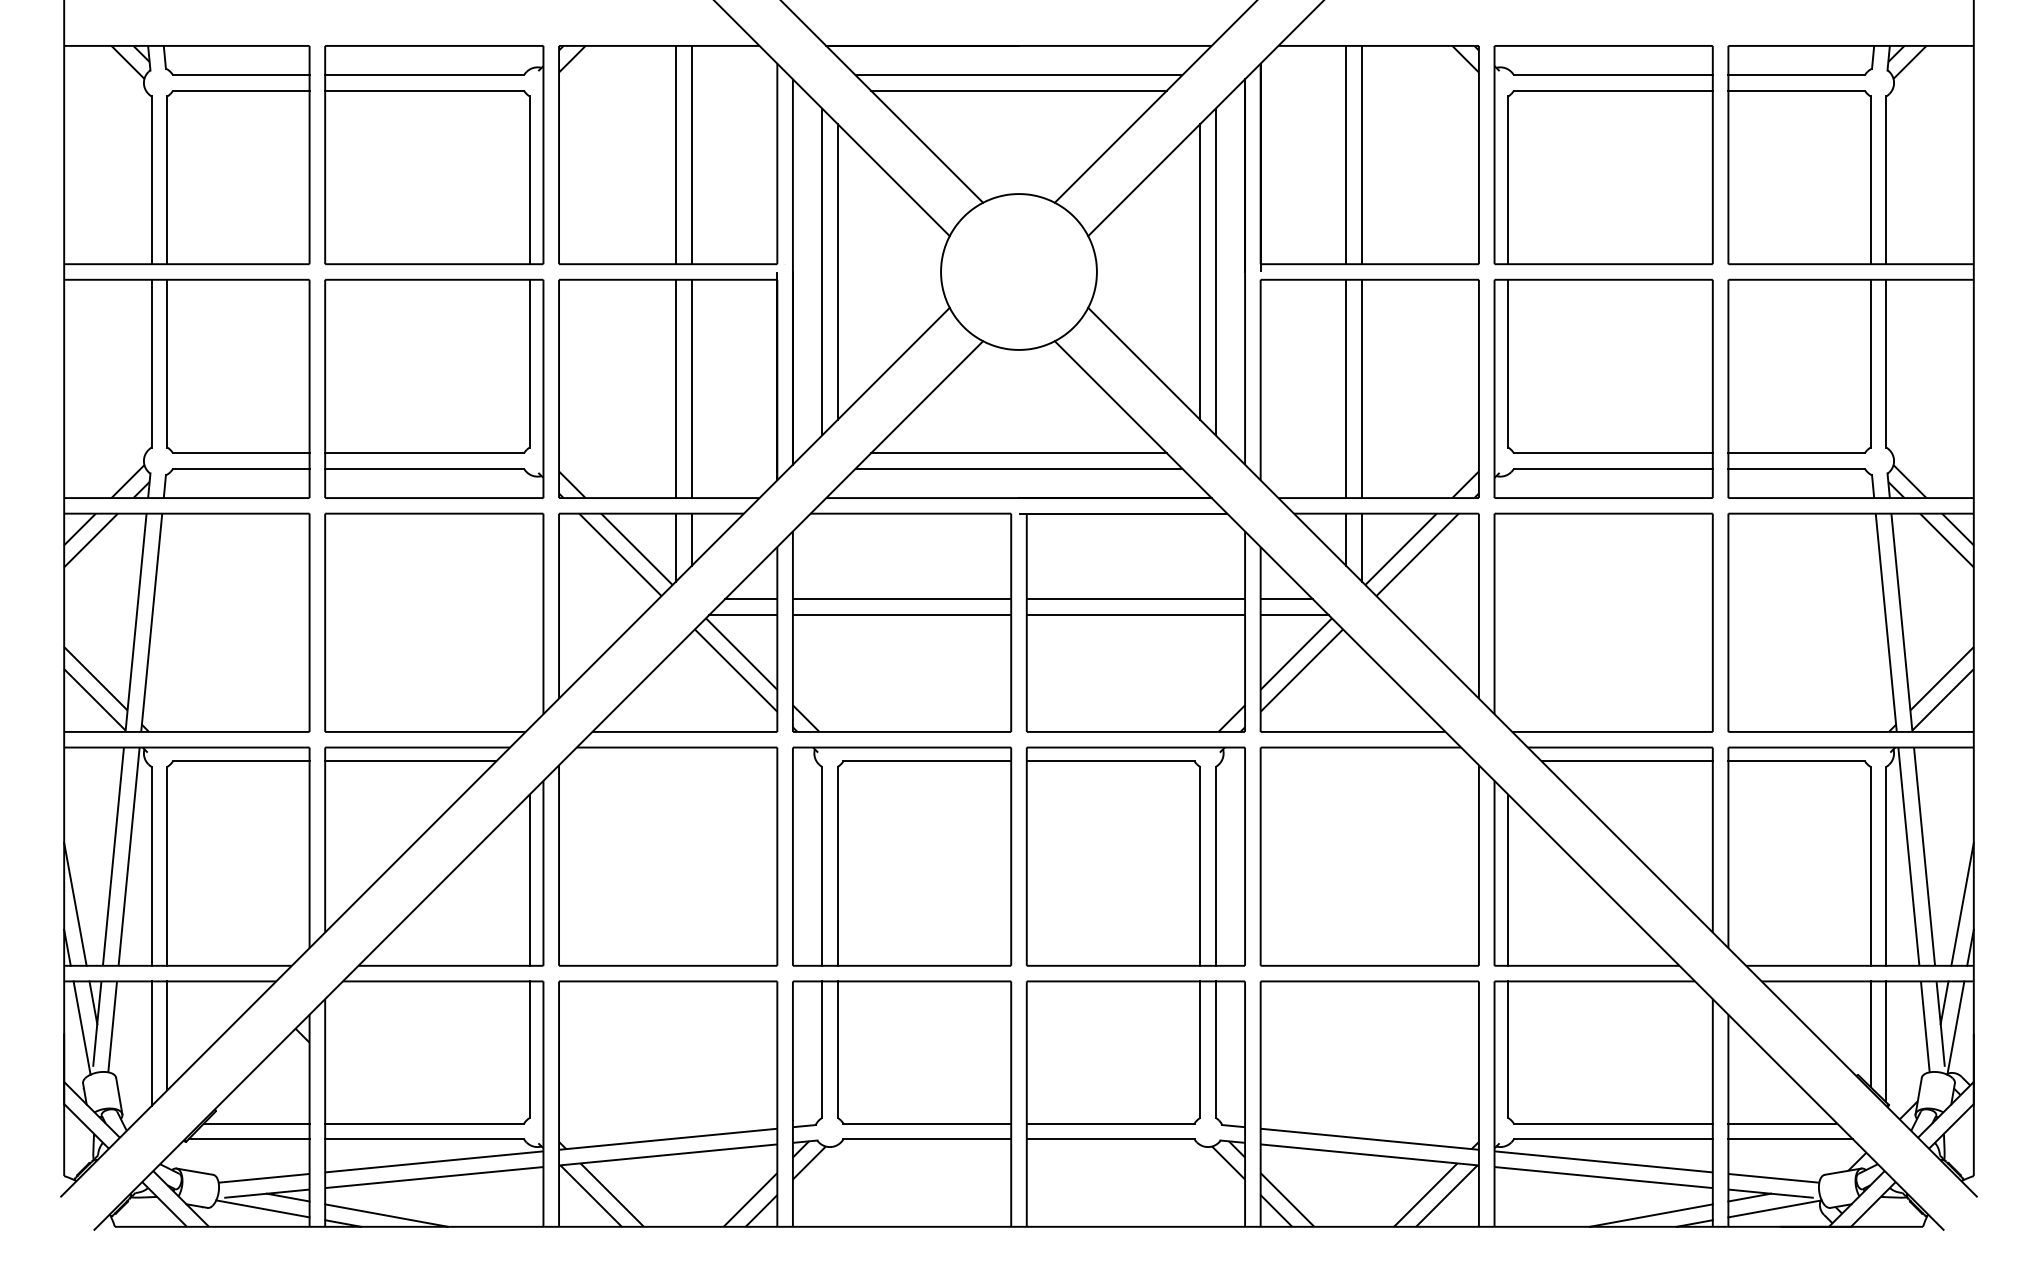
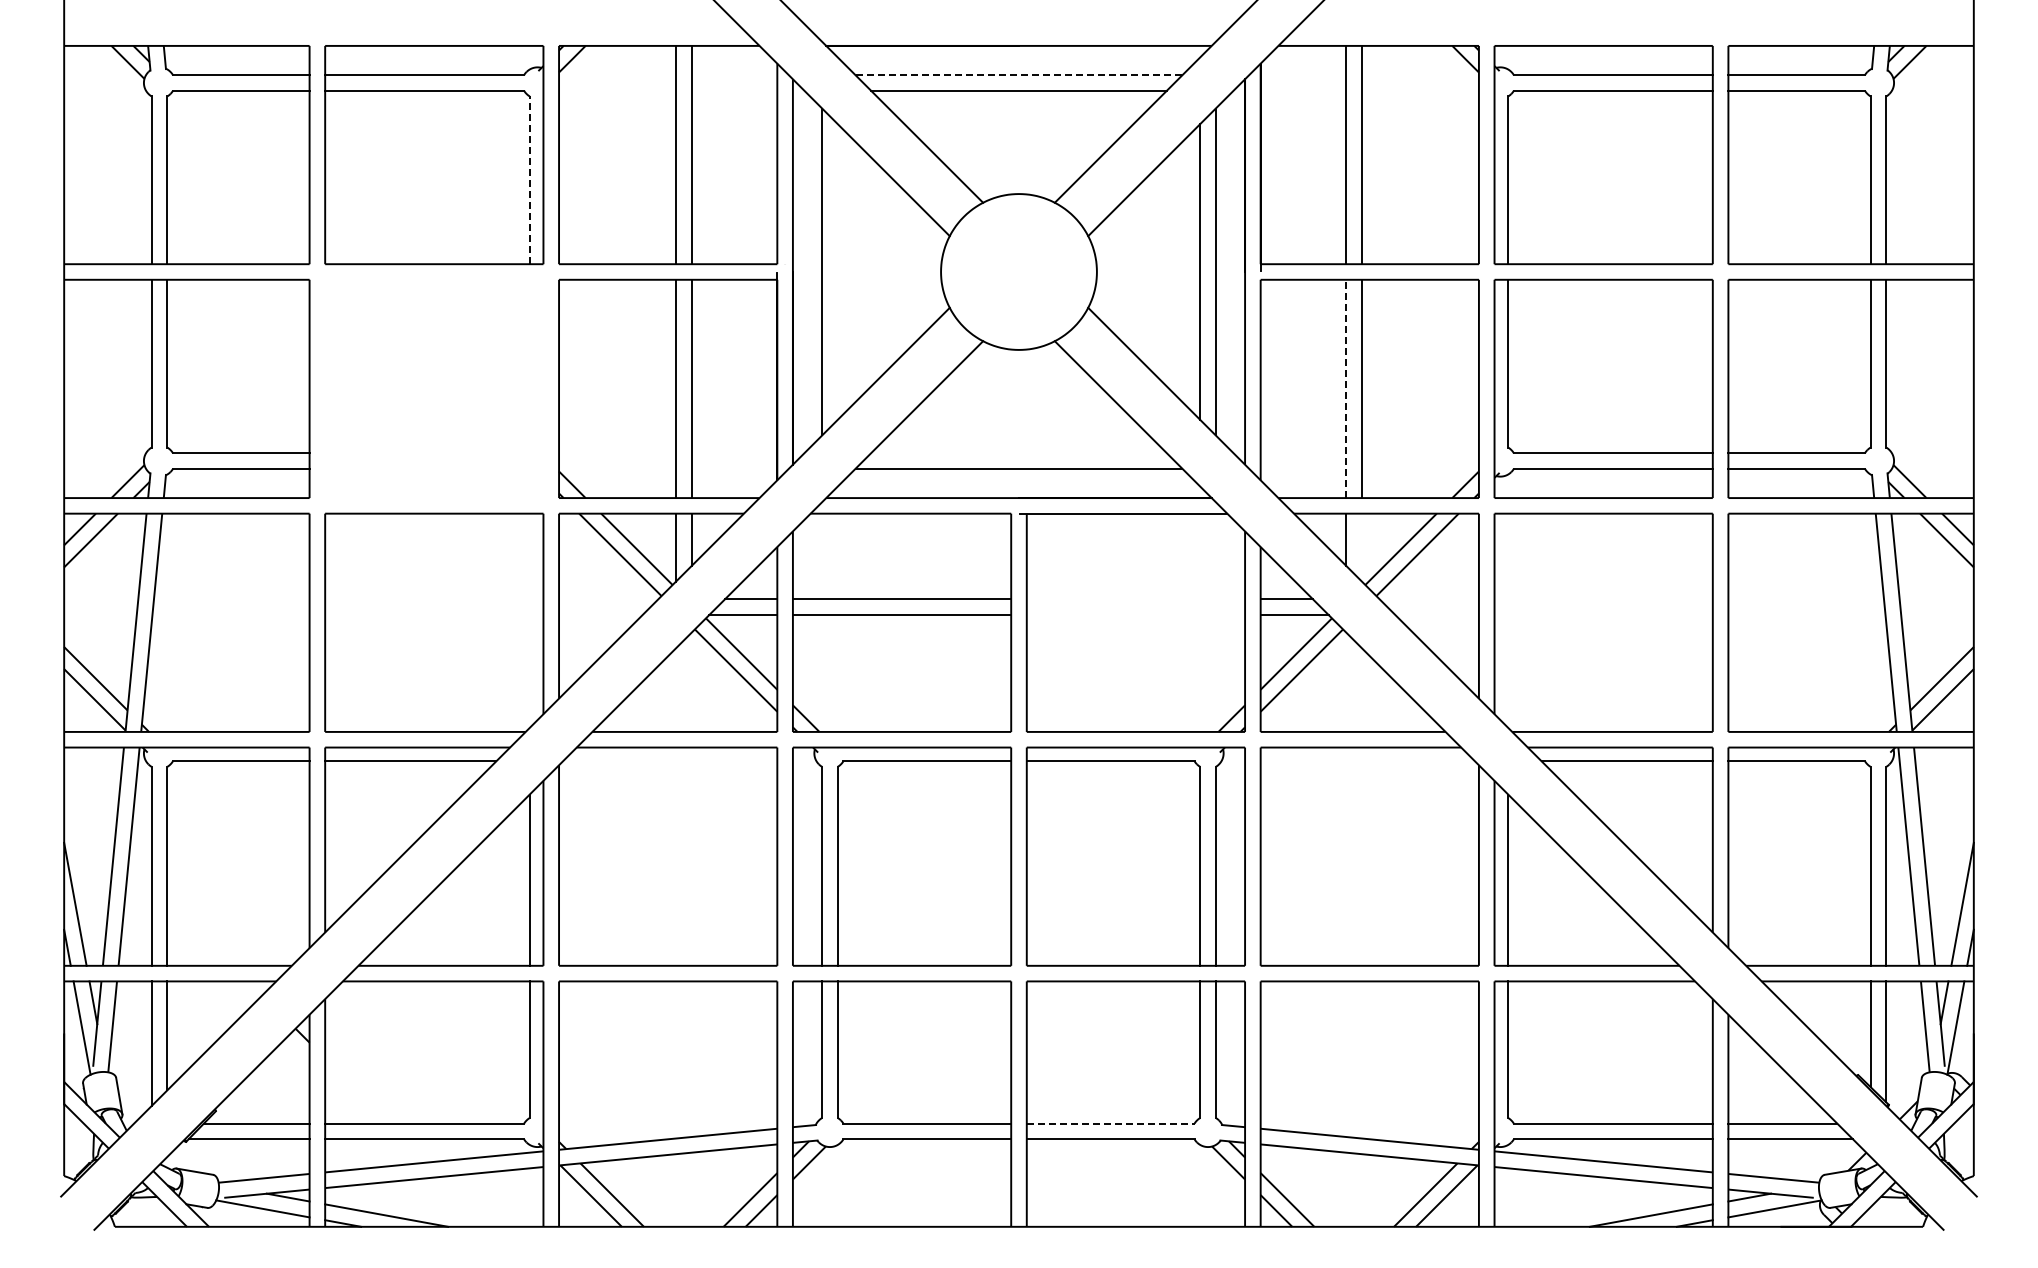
line at (1018, 75): solid -> dashed
line at (529, 180): solid -> dashed
line at (837, 271): present -> none
part at (434, 388): present -> none
line at (1346, 388): solid -> dashed
line at (1018, 453): present -> none
line at (1362, 547): present -> none
line at (1135, 599): present -> none
line at (1135, 615): present -> none
line at (1110, 1123): solid -> dashed
